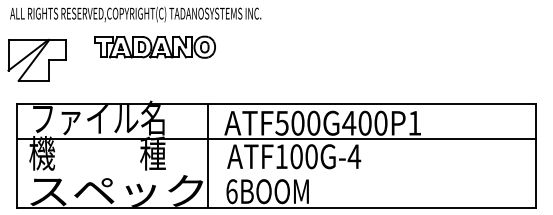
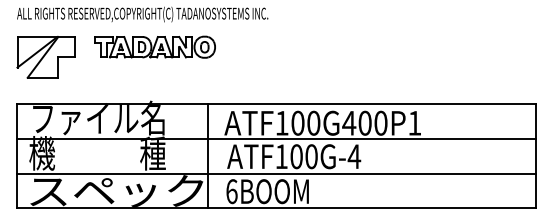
text at (135, 14) position: (135, 14) -> (142, 14)
part at (36, 60) position: (36, 60) -> (45, 57)
text at (281, 123): ATF500G400P1 -> ATF100G400P1
line at (276, 173): none -> present
